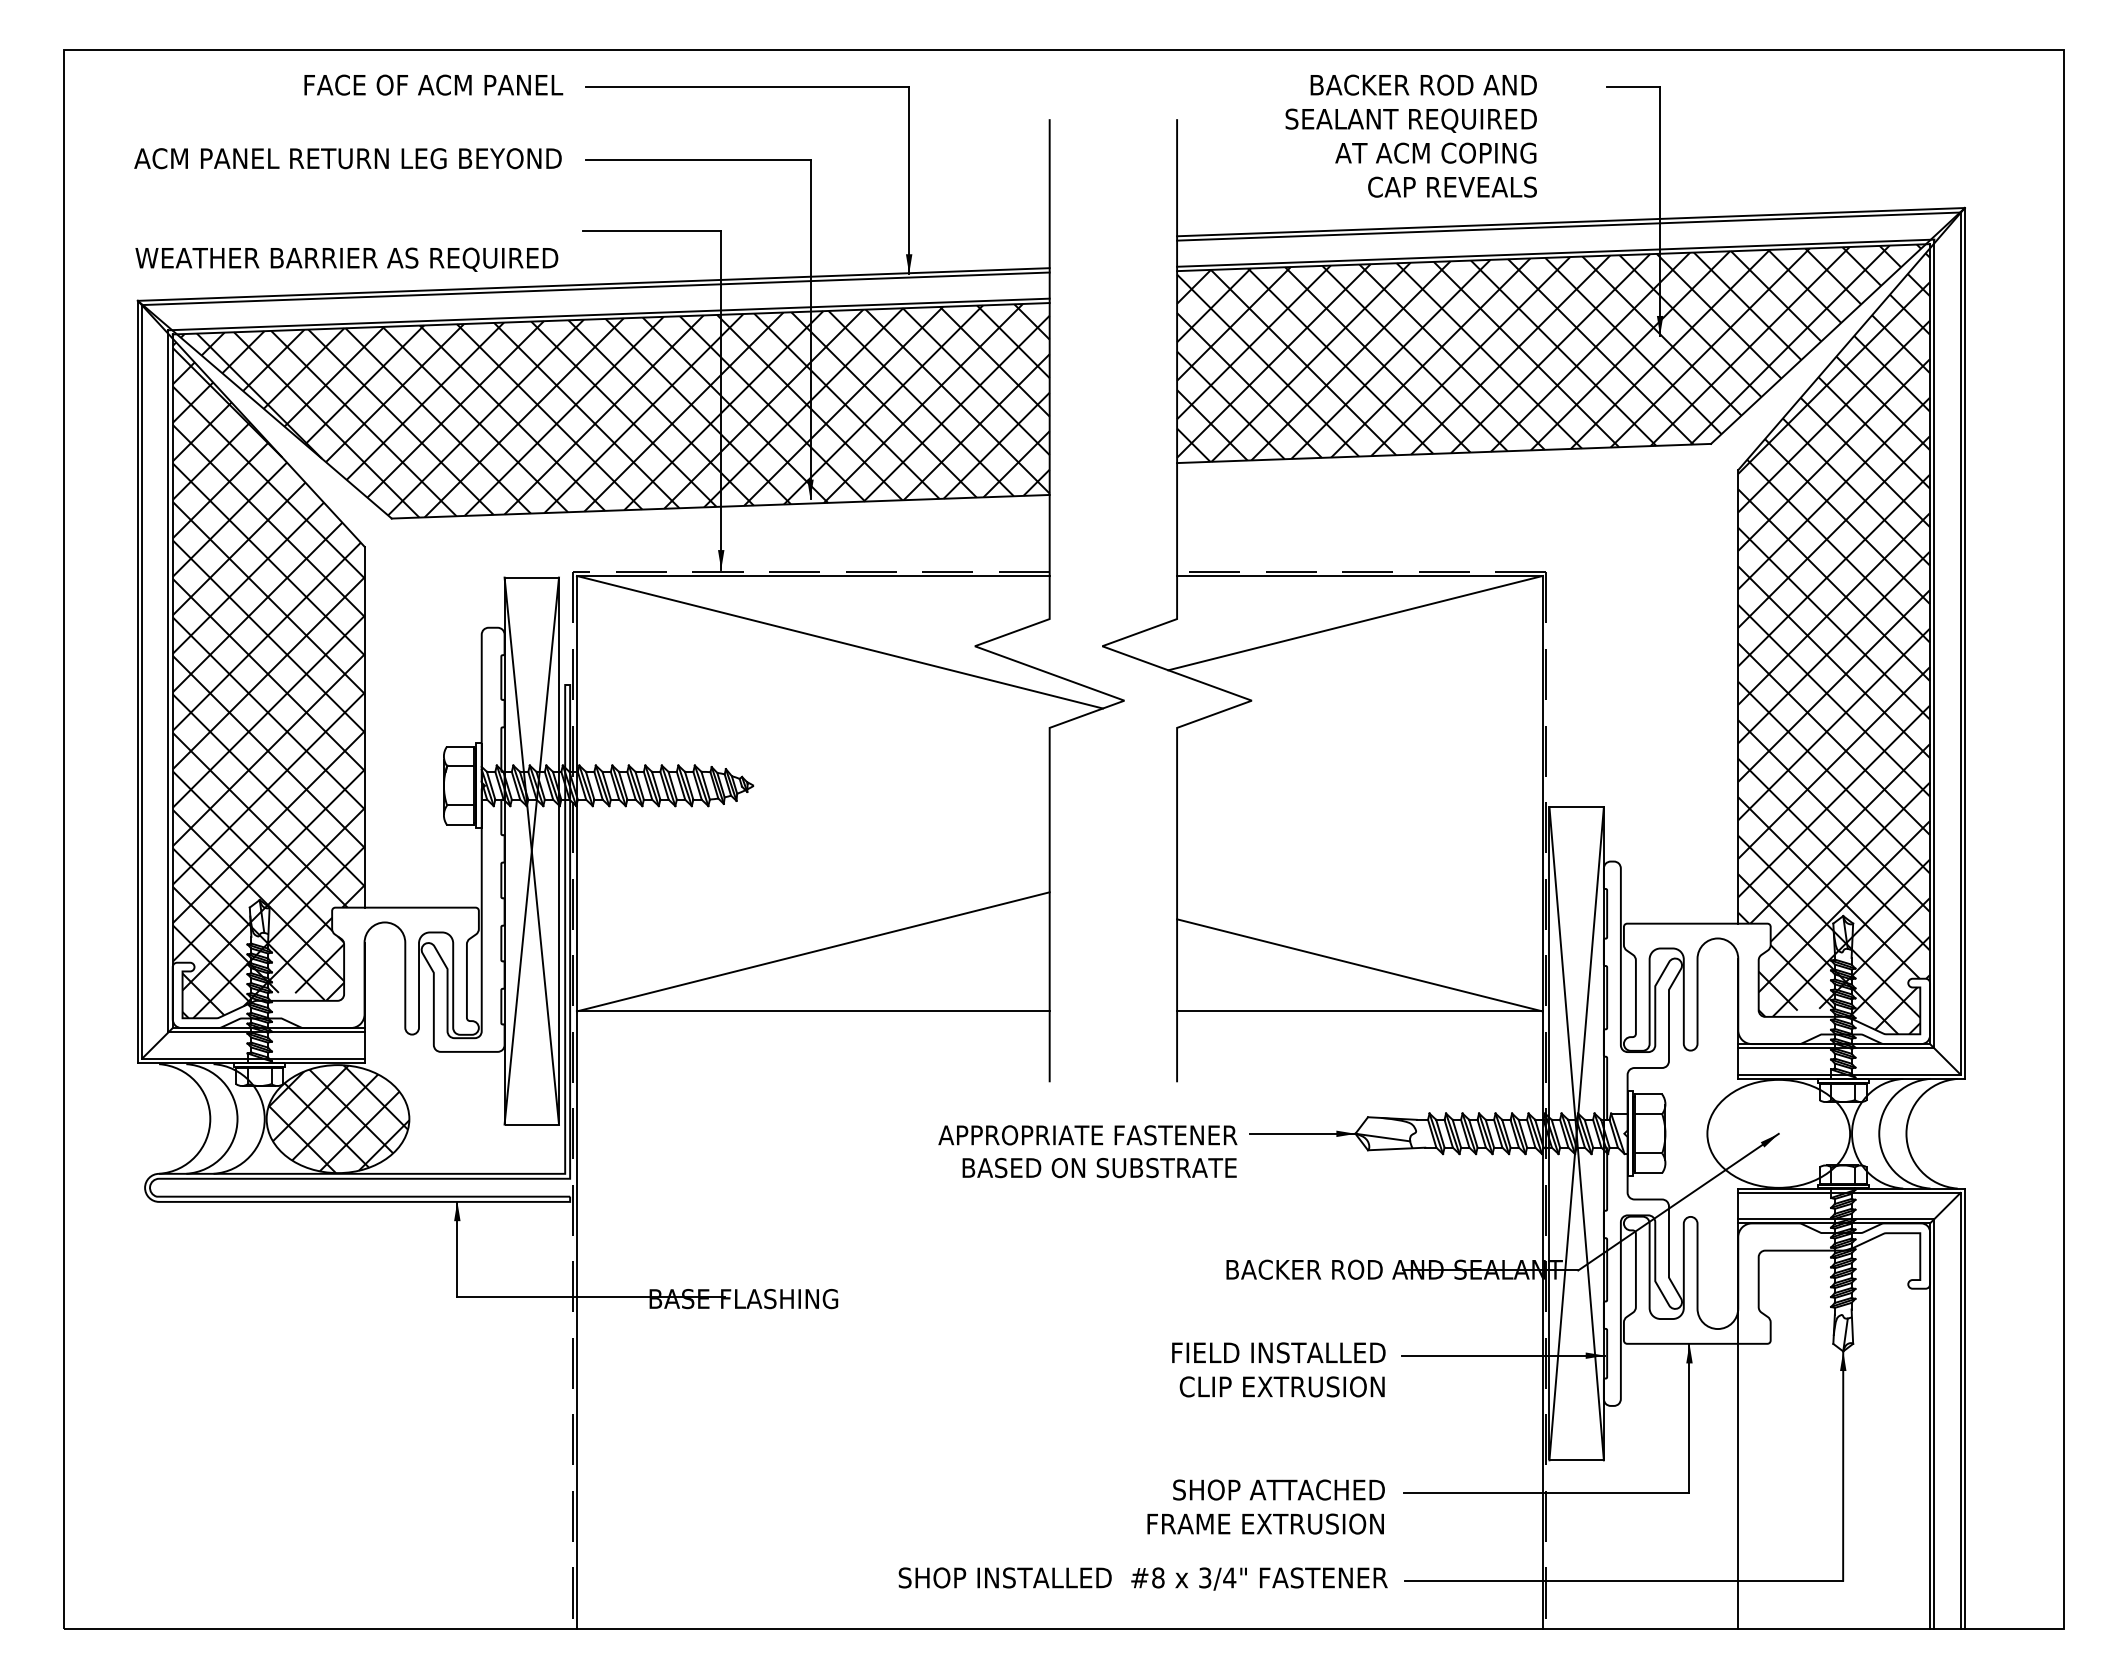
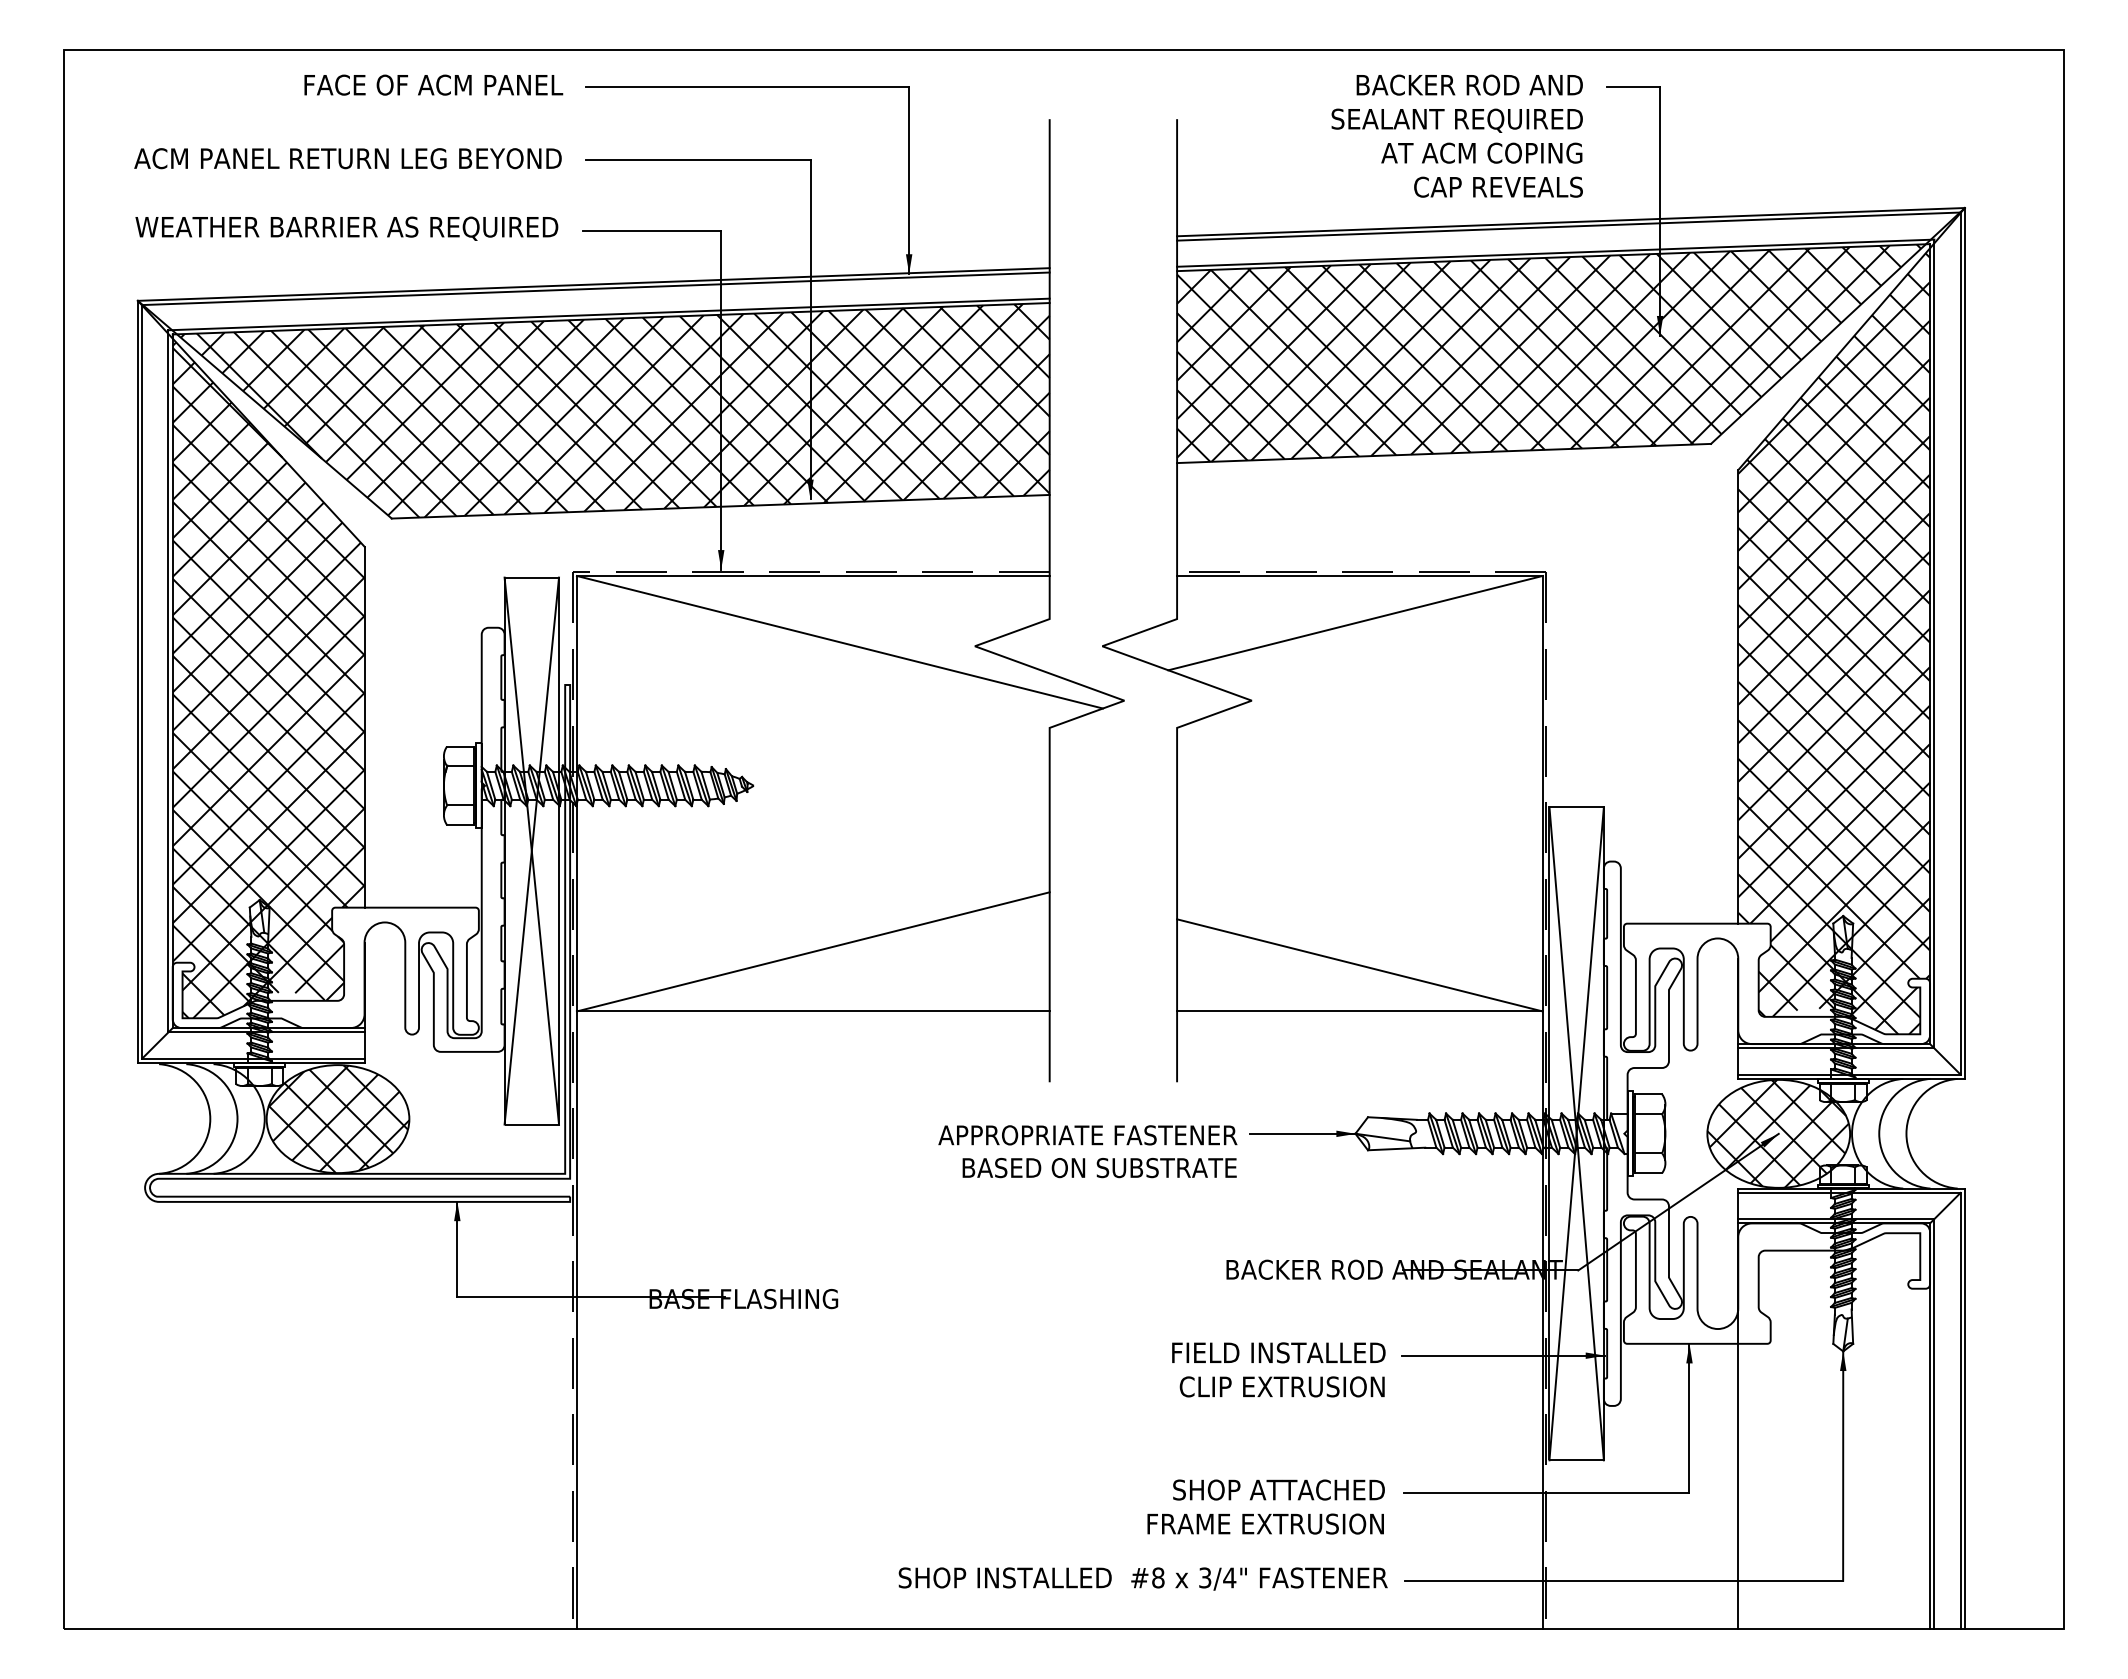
text at (1410, 135) position: (1410, 135) -> (1456, 135)
text at (346, 259) position: (346, 259) -> (346, 228)
hatch at (1777, 1133): none -> present
